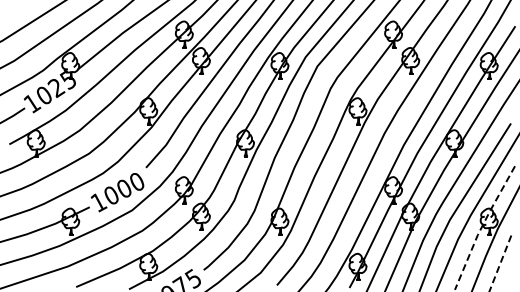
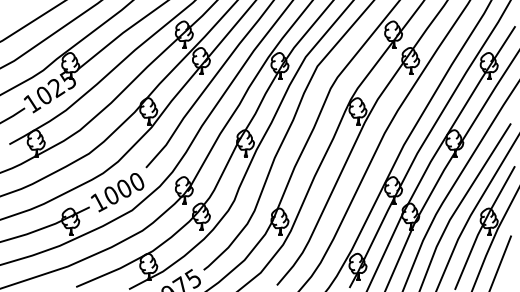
line at (481, 227): dashed -> solid
line at (500, 263): dashed -> solid
